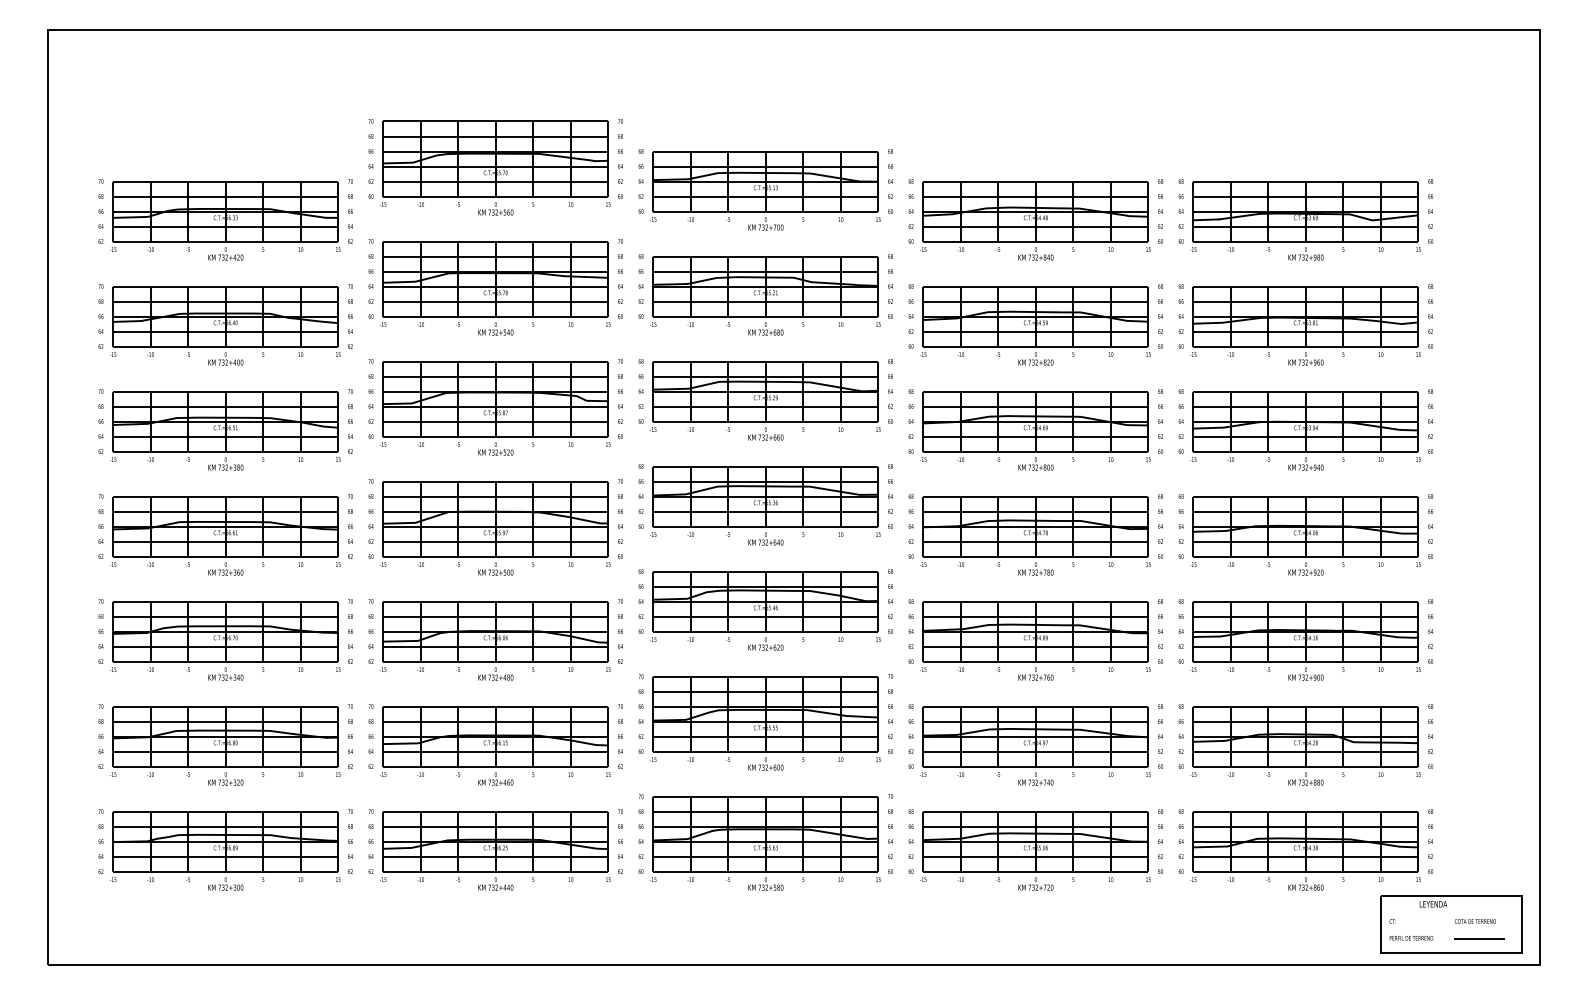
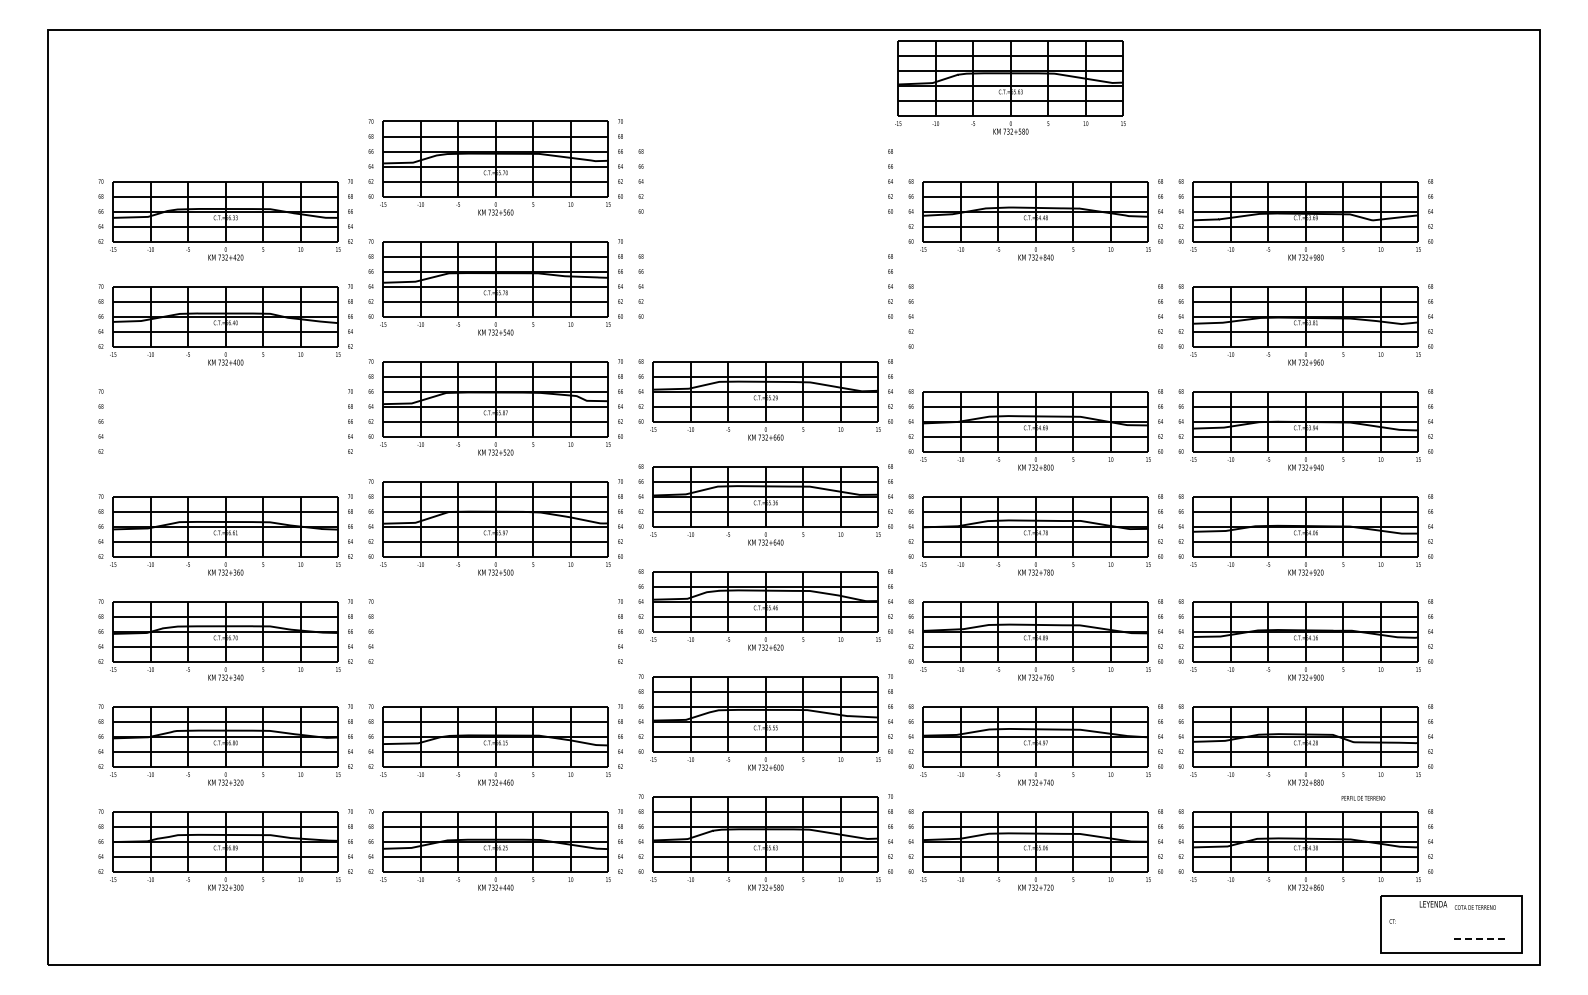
part at (1010, 87): none -> present
part at (765, 190): present -> none
part at (765, 295): present -> none
part at (1035, 325): present -> none
part at (225, 430): present -> none
part at (495, 640): present -> none
text at (1474, 921) position: (1474, 921) -> (1474, 907)
text at (1411, 938) position: (1411, 938) -> (1363, 798)
line at (1479, 939): solid -> dashed
